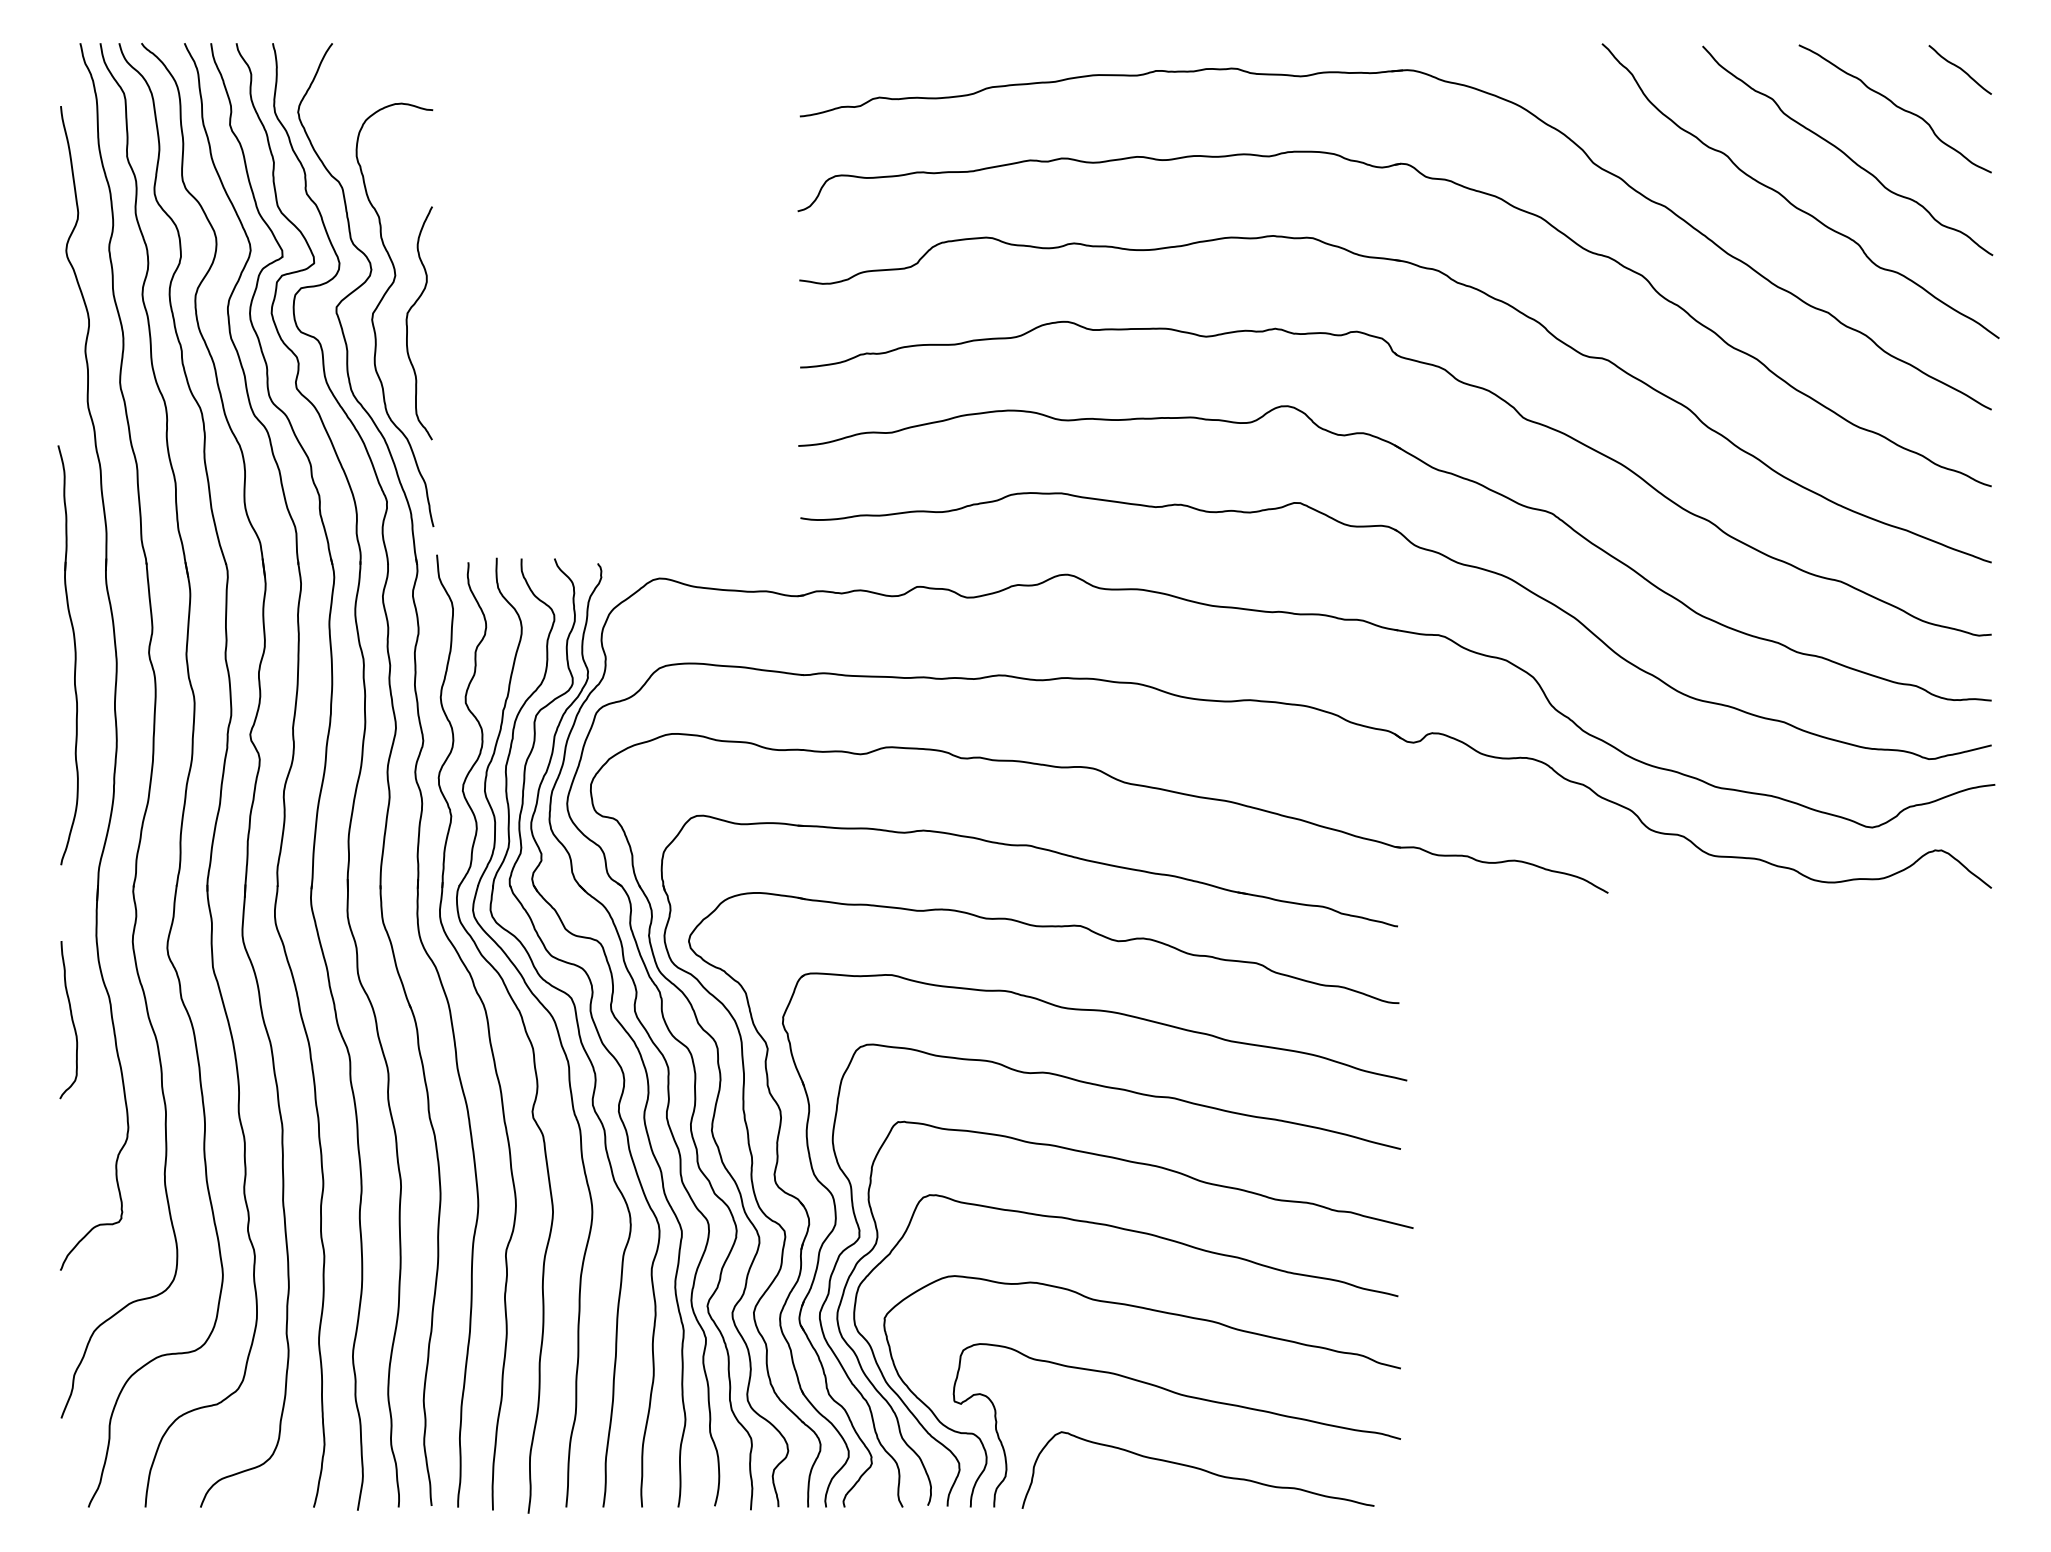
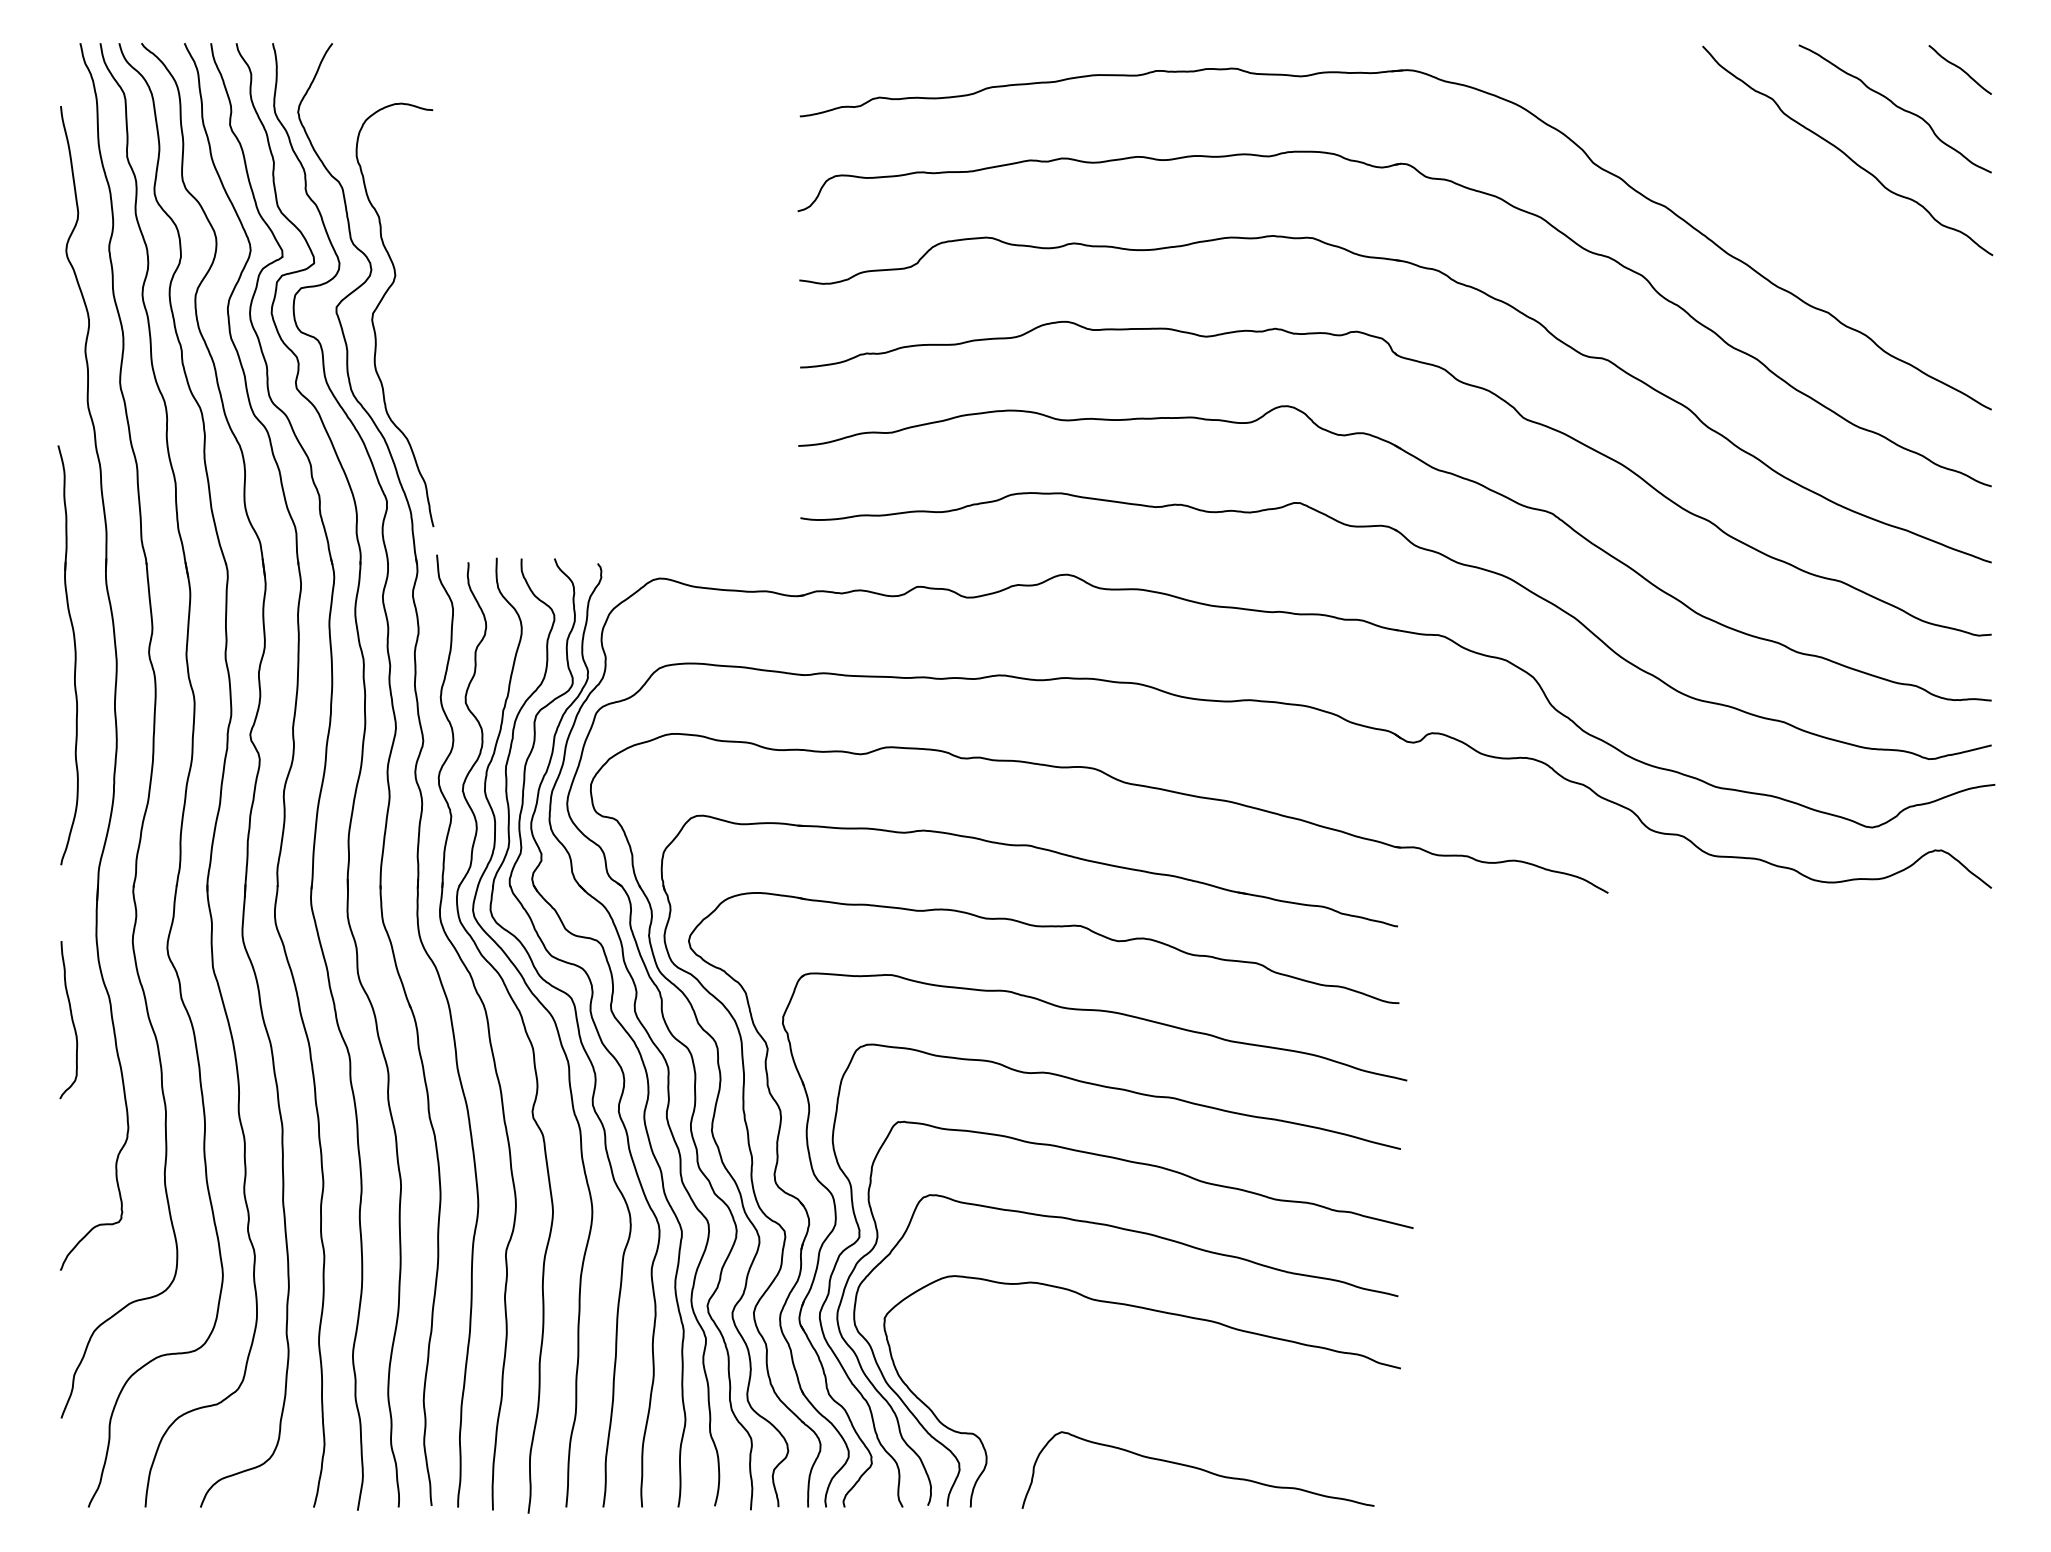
curve at (1790, 201): present -> none
curve at (407, 323): present -> none
curve at (1183, 1396): present -> none
